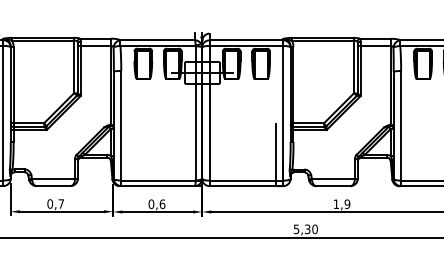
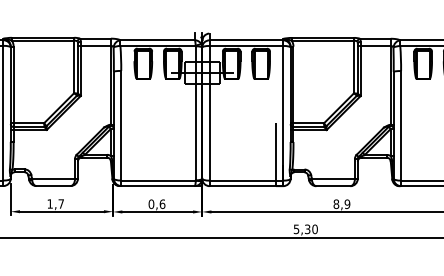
text at (50, 203): 0,7 -> 1,7
text at (336, 204): 1,9 -> 8,9
